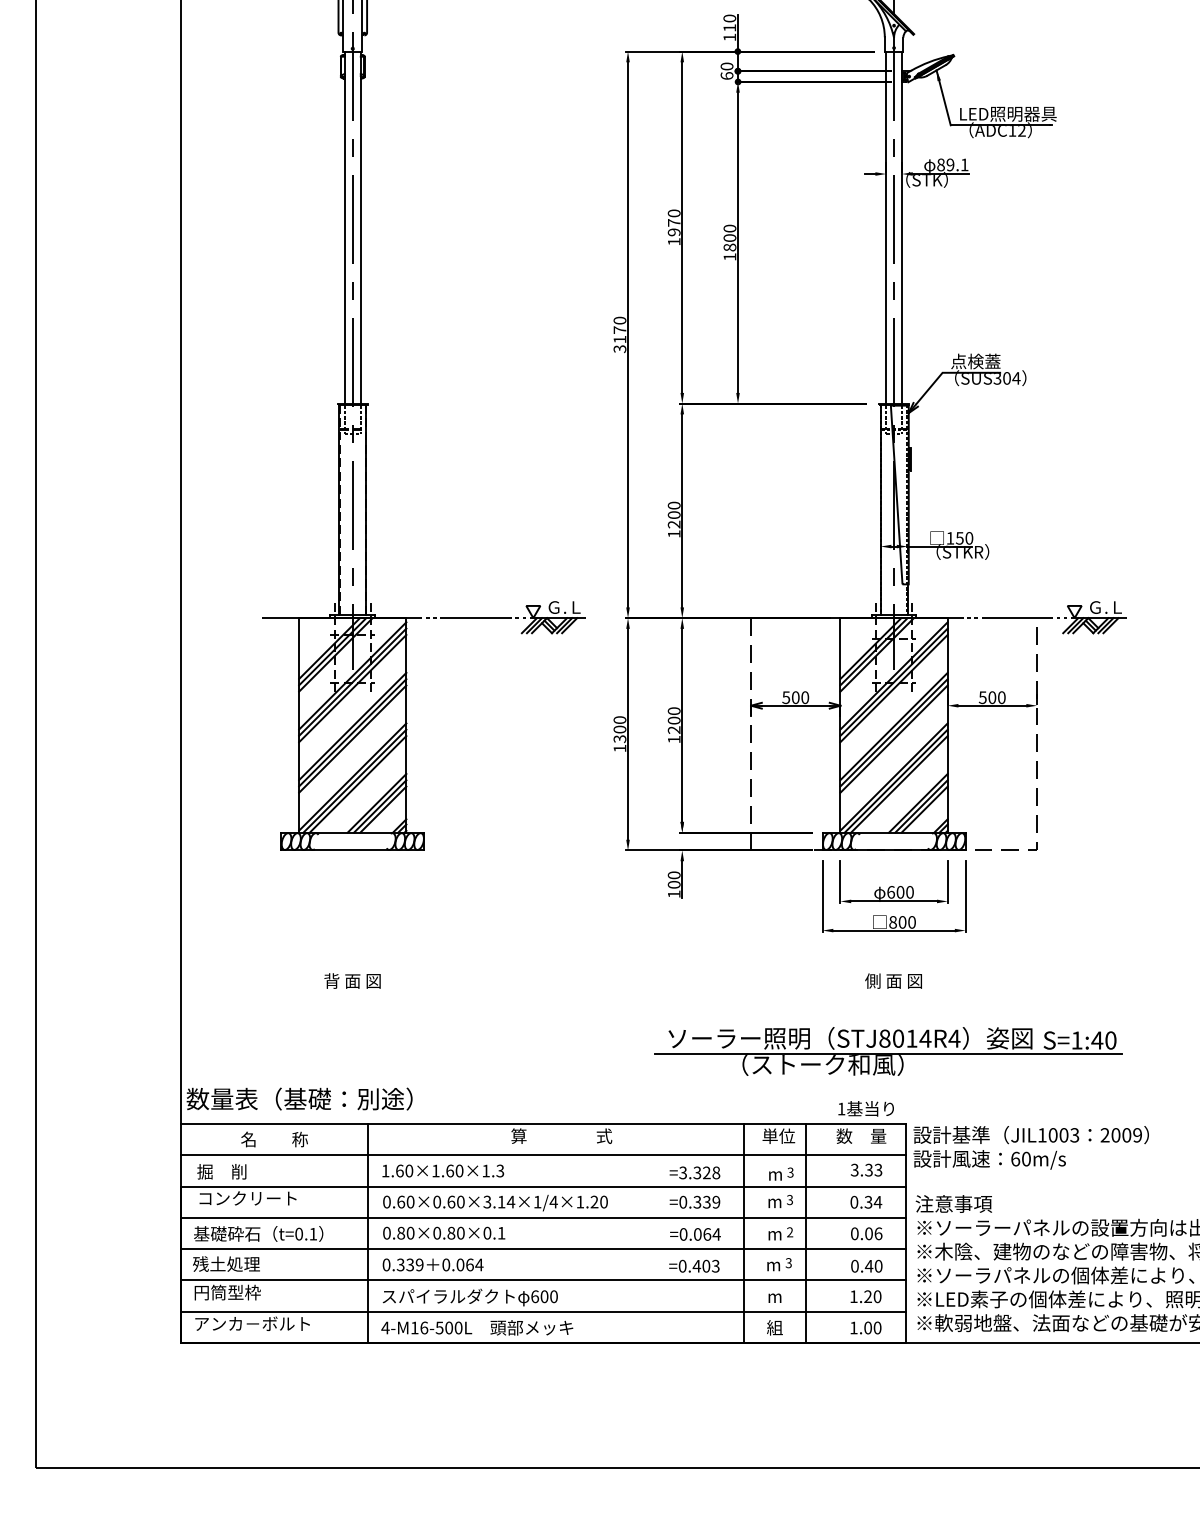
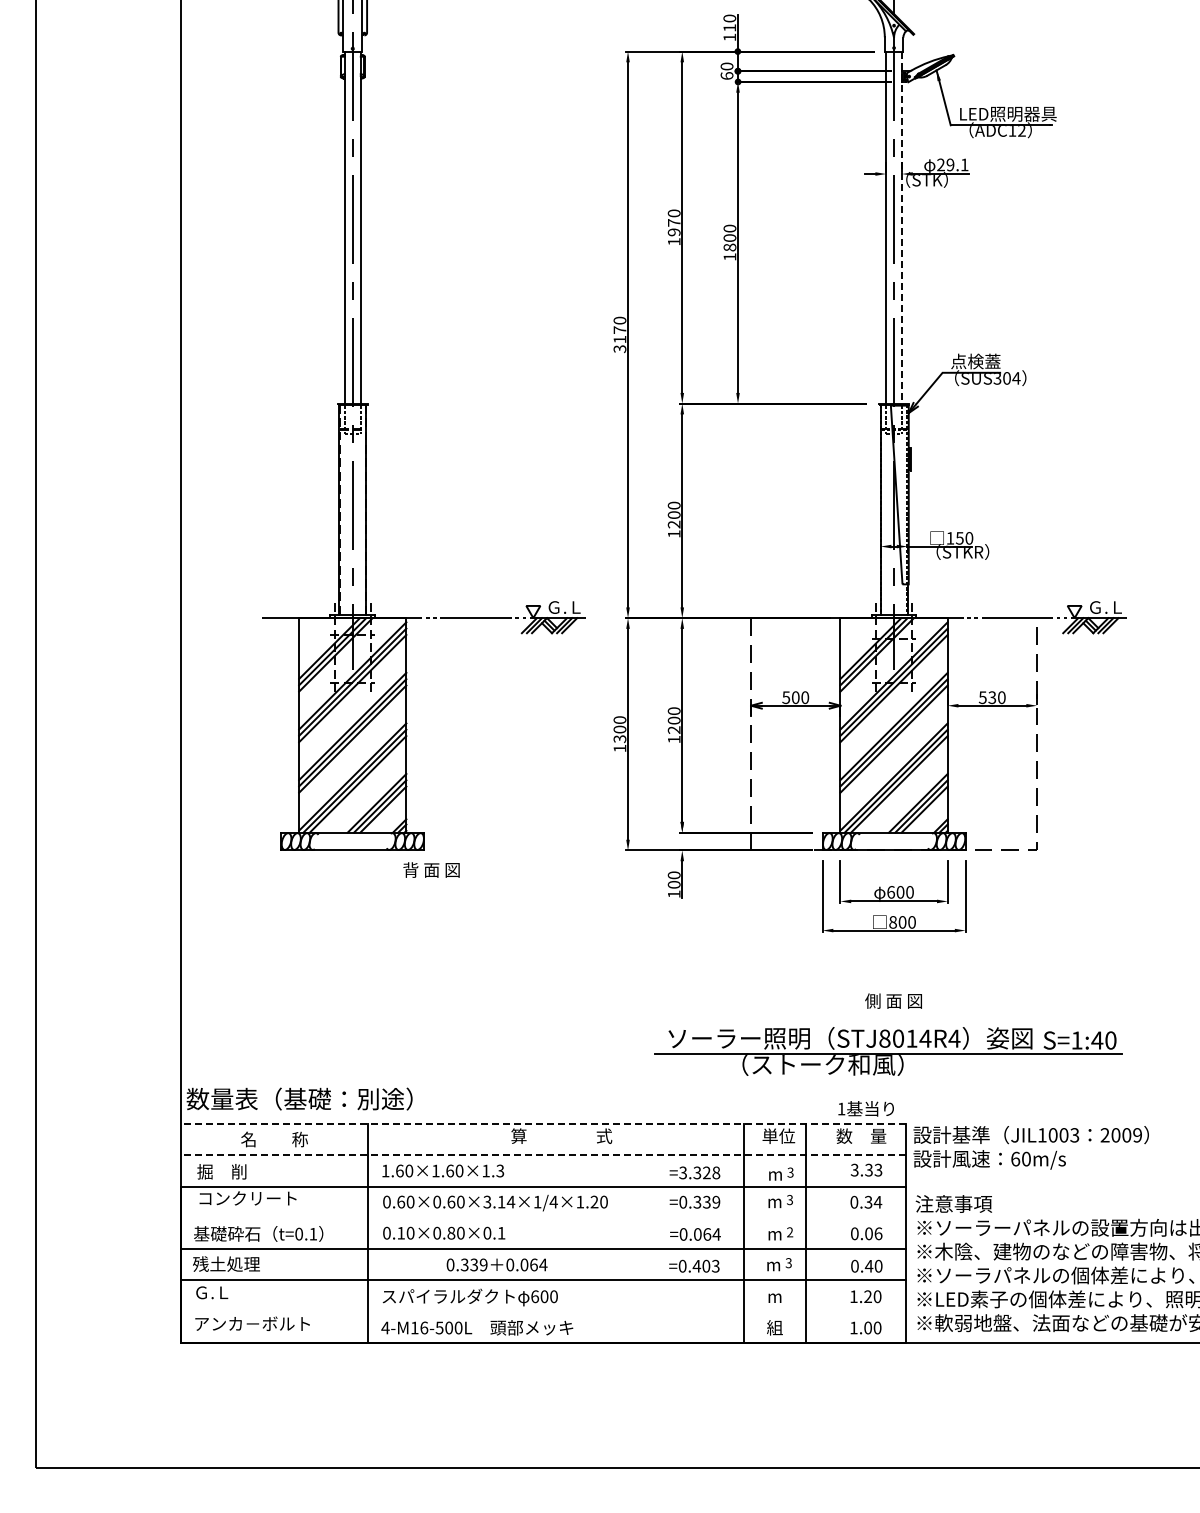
text at (940, 164): 89.1 -> 29.1
line at (902, 228): solid -> dashed
text at (992, 697): 500 -> 530
text at (352, 980) position: (352, 980) -> (431, 869)
text at (893, 980) position: (893, 980) -> (893, 1000)
line at (543, 1124): solid -> dashed
line at (543, 1155): solid -> dashed
line at (543, 1217): present -> none
text at (401, 1232): 0.80×0.80×0.1 -> 0.10×0.80×0.1
text at (432, 1264) position: (432, 1264) -> (496, 1264)
text at (227, 1292): 円筒型枠 -> Ｇ.Ｌ
line at (543, 1311): present -> none
